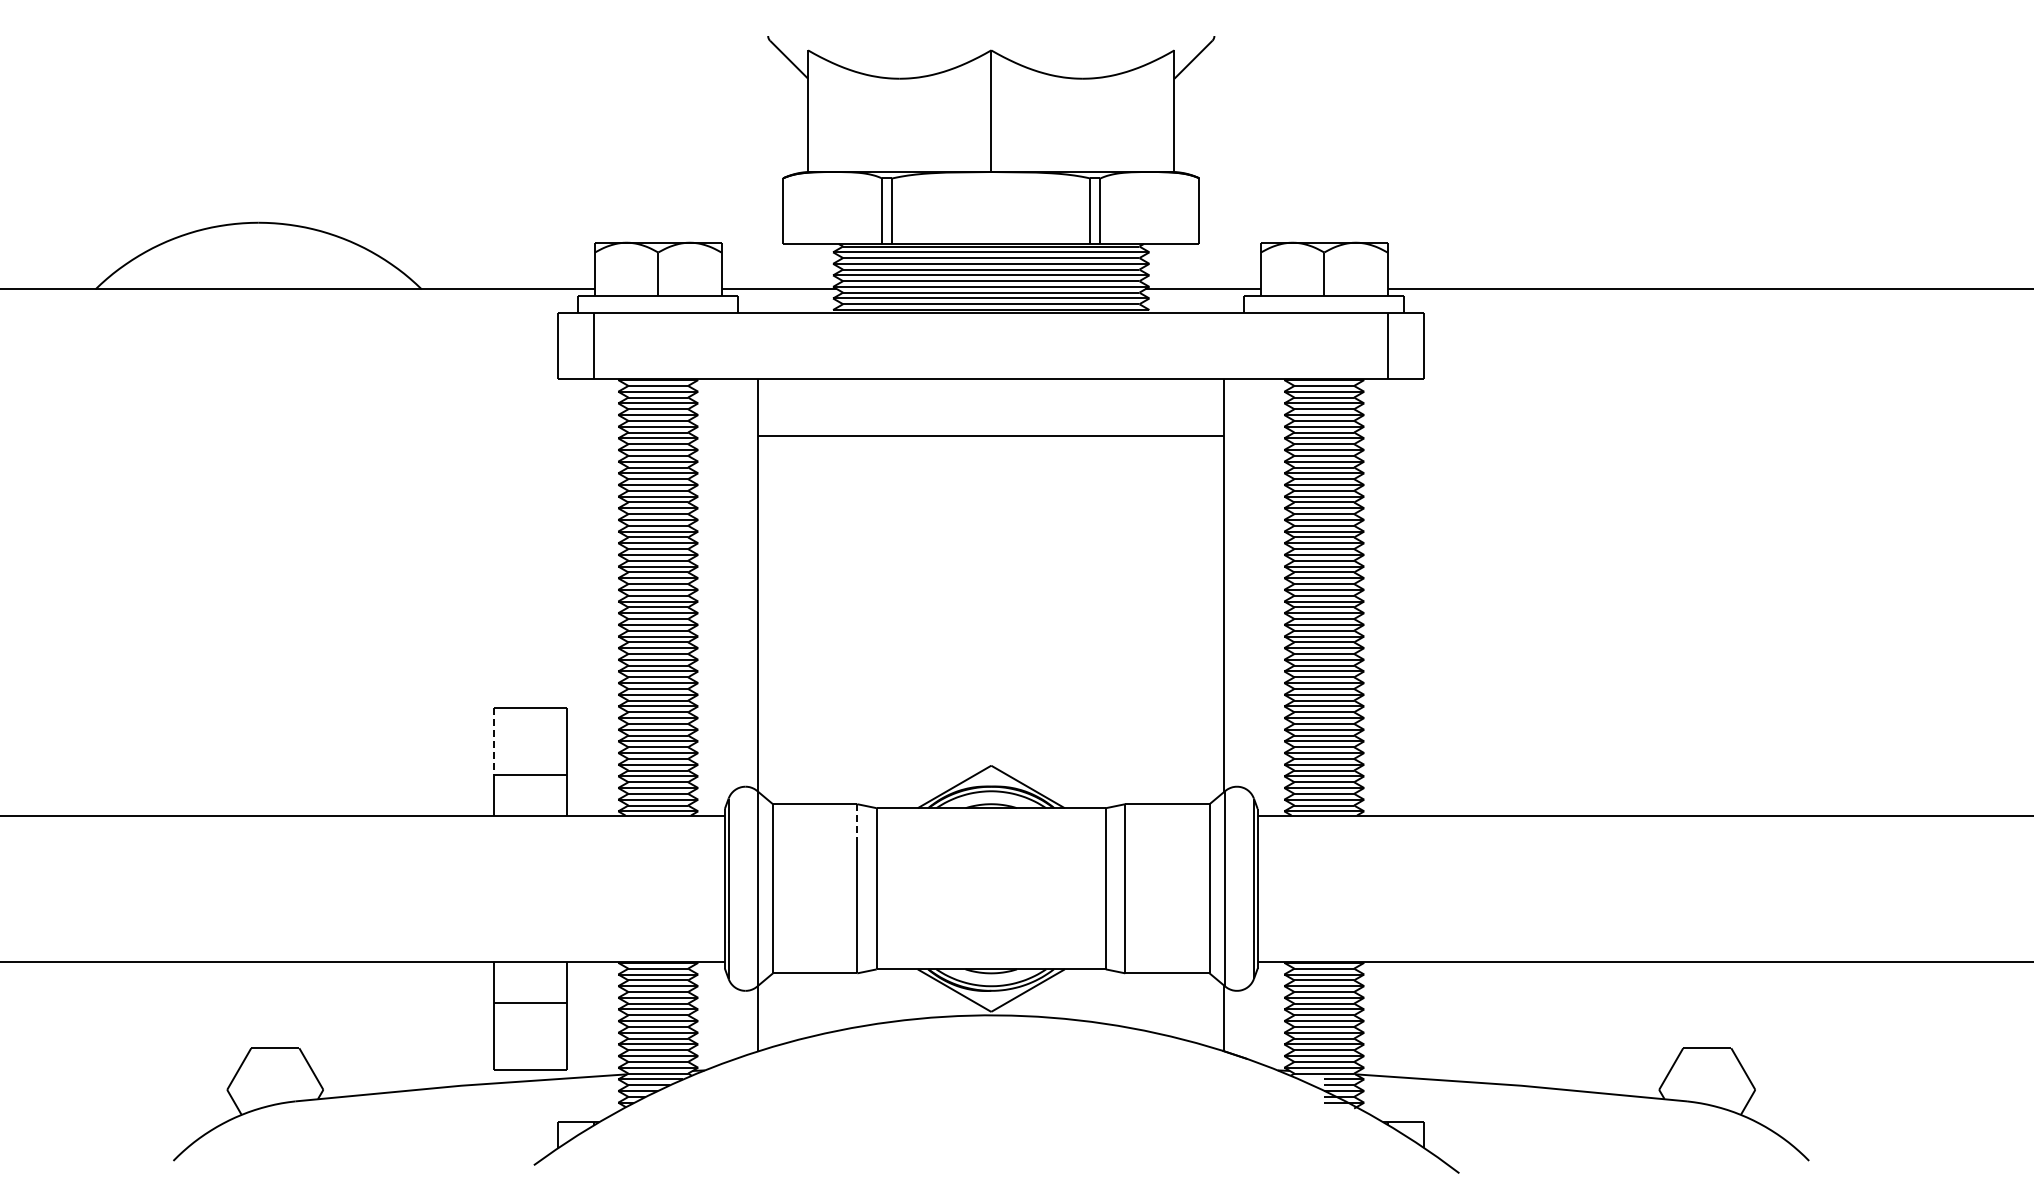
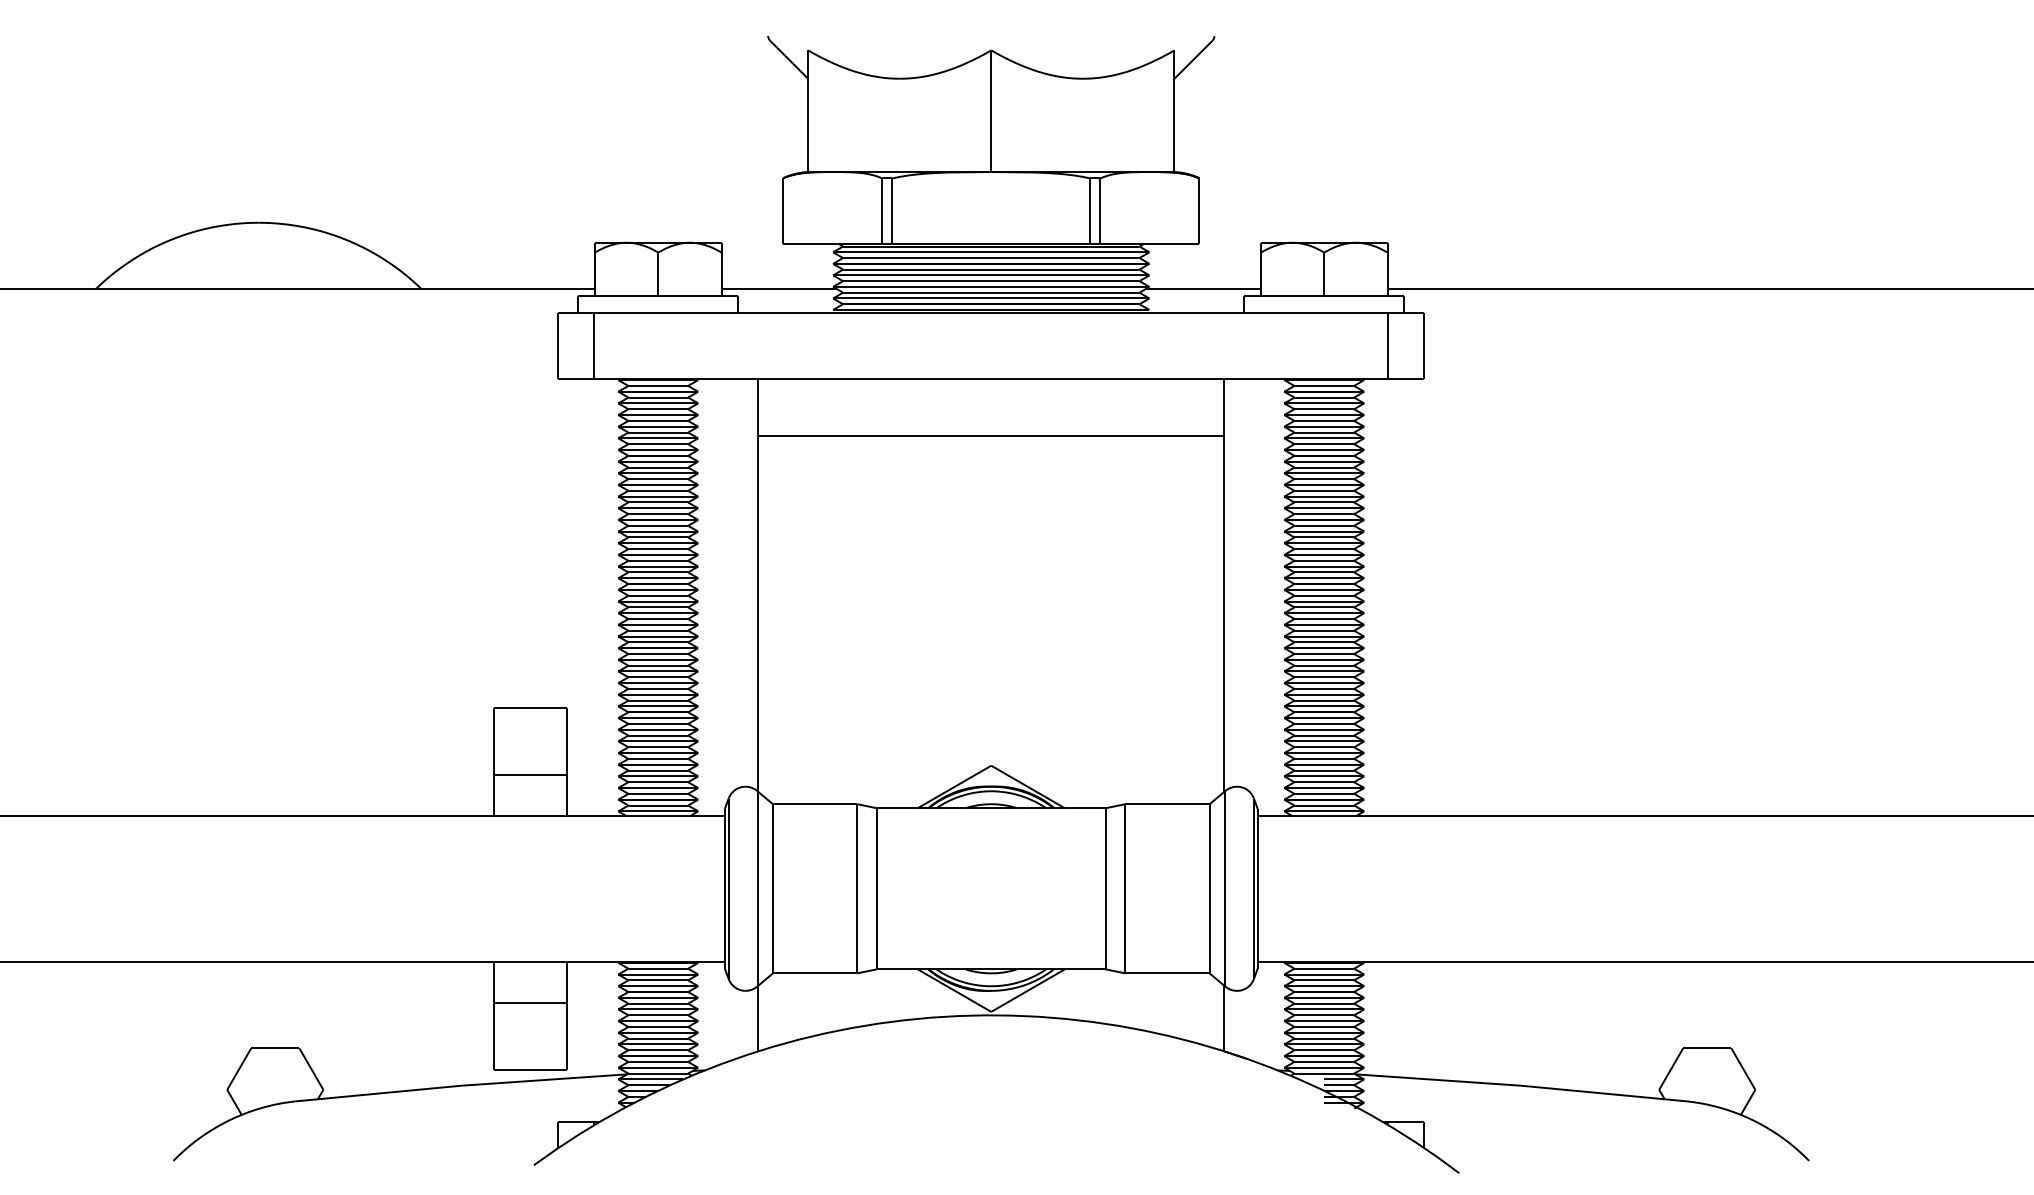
line at (494, 741): dashed -> solid
line at (857, 822): dashed -> solid
